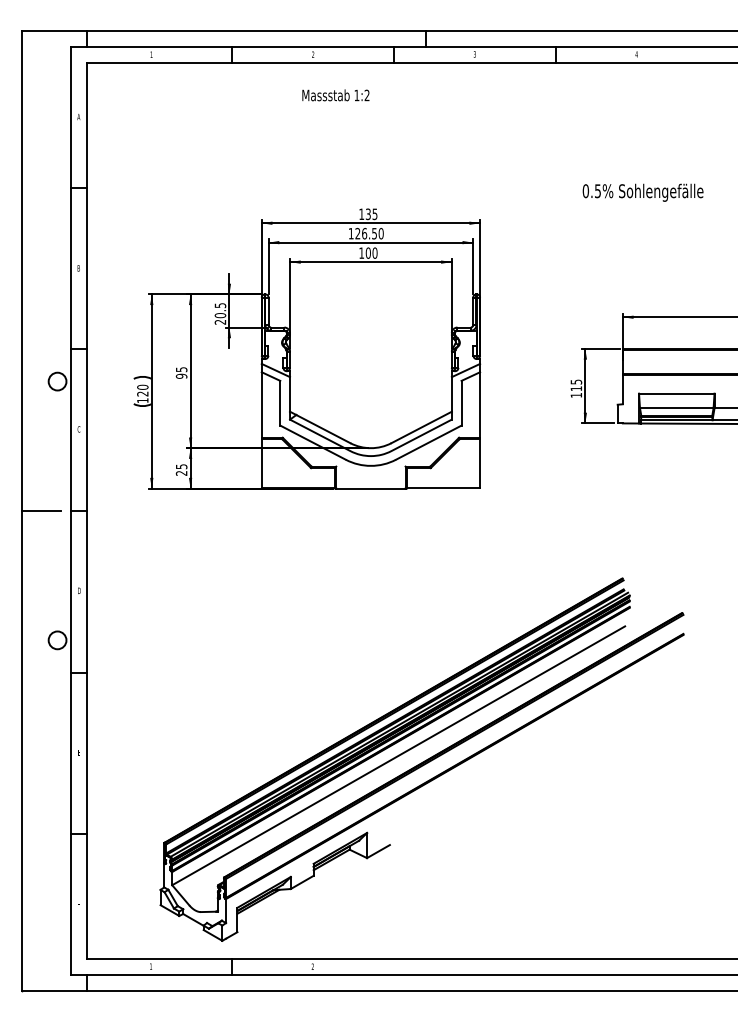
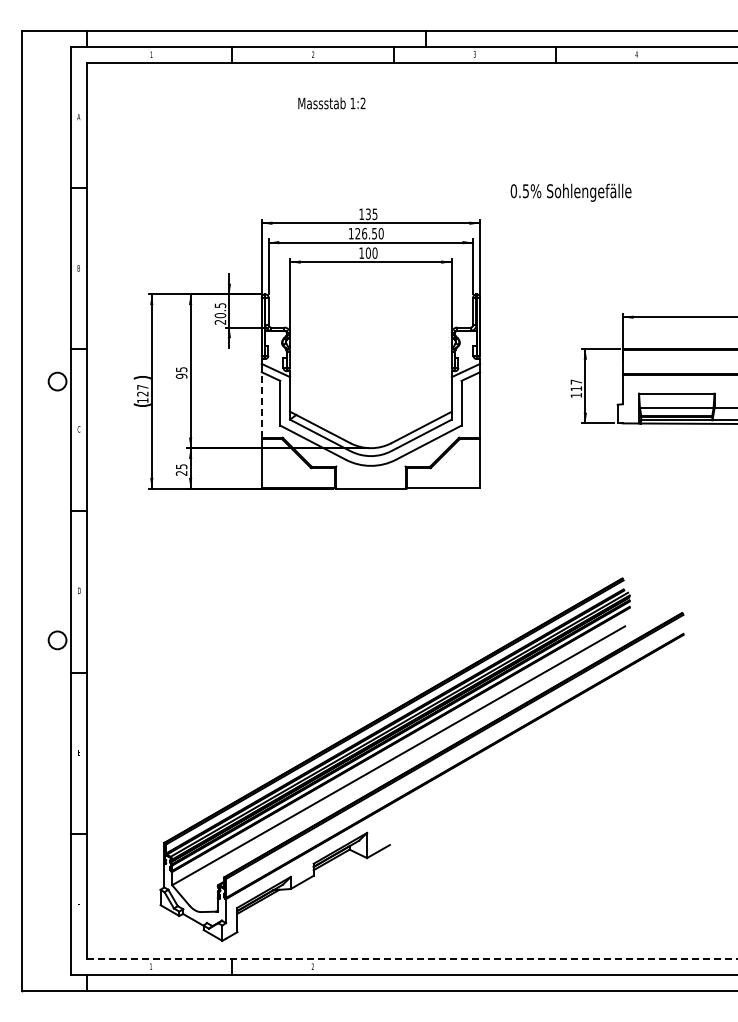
text at (335, 95) position: (335, 95) -> (331, 103)
text at (642, 192) position: (642, 192) -> (570, 192)
text at (576, 381): 115 -> 117
text at (142, 386): 120 -> 127
line at (261, 405): solid -> dashed
line at (41, 511): present -> none
line at (412, 958): solid -> dashed
